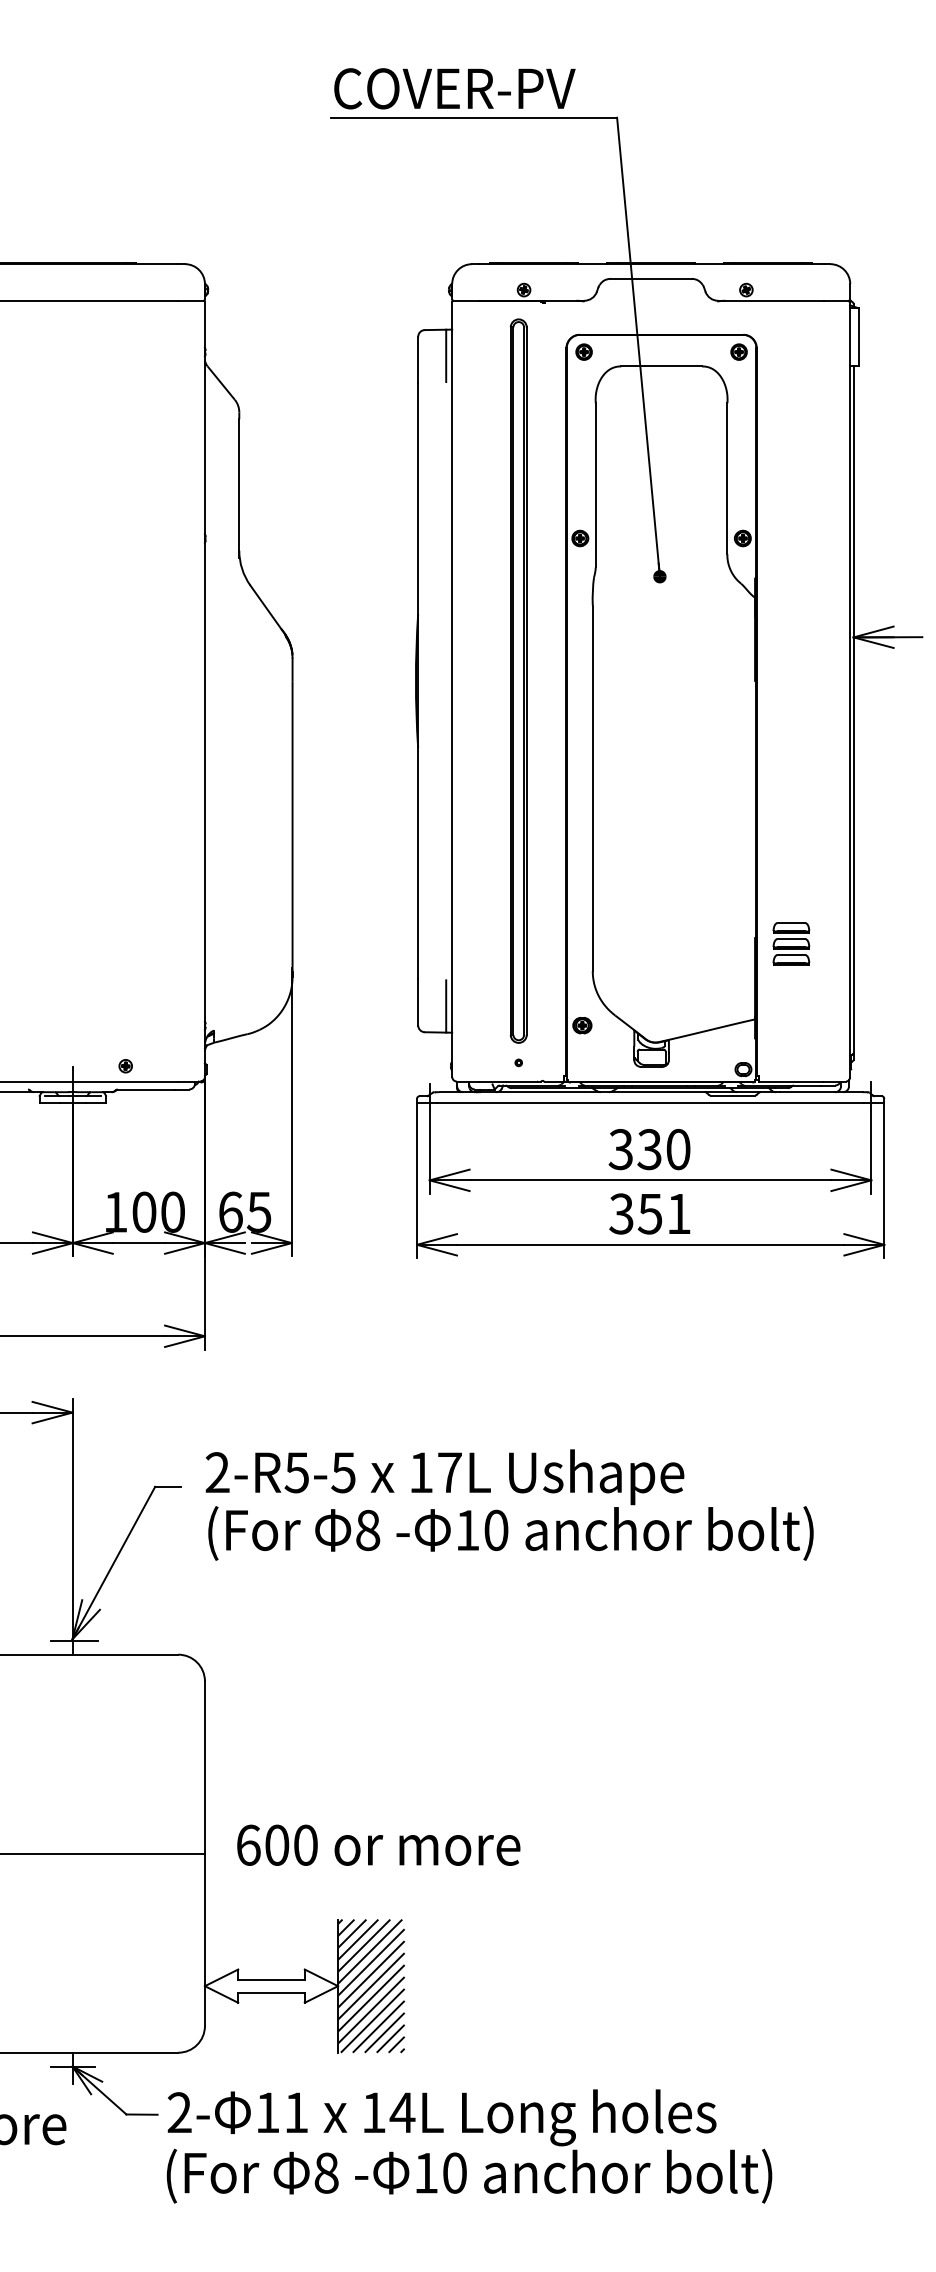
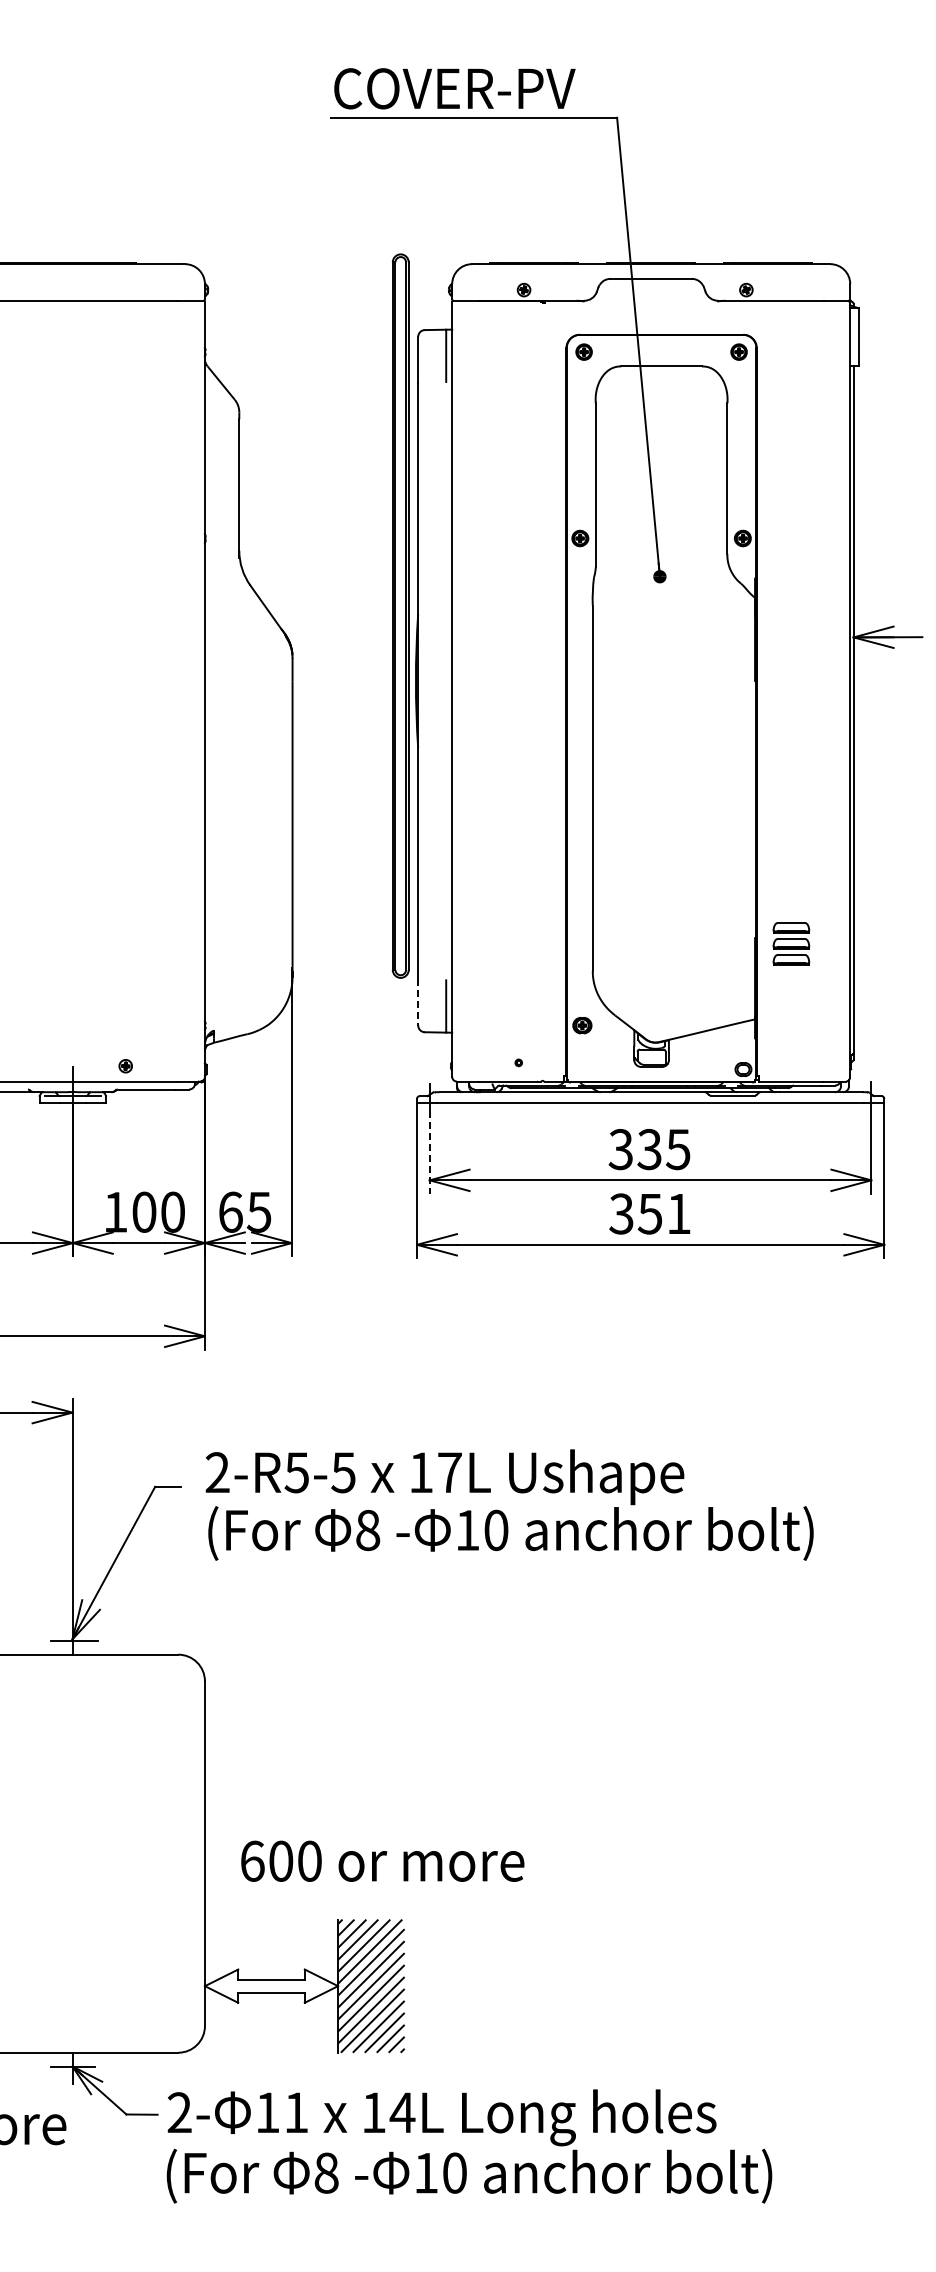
part at (518, 680) position: (518, 680) -> (400, 615)
line at (418, 1002): solid -> dashed
text at (678, 1149): 330 -> 335
line at (429, 1152): solid -> dashed
text at (378, 1844) position: (378, 1844) -> (382, 1860)
line at (103, 1853): present -> none
